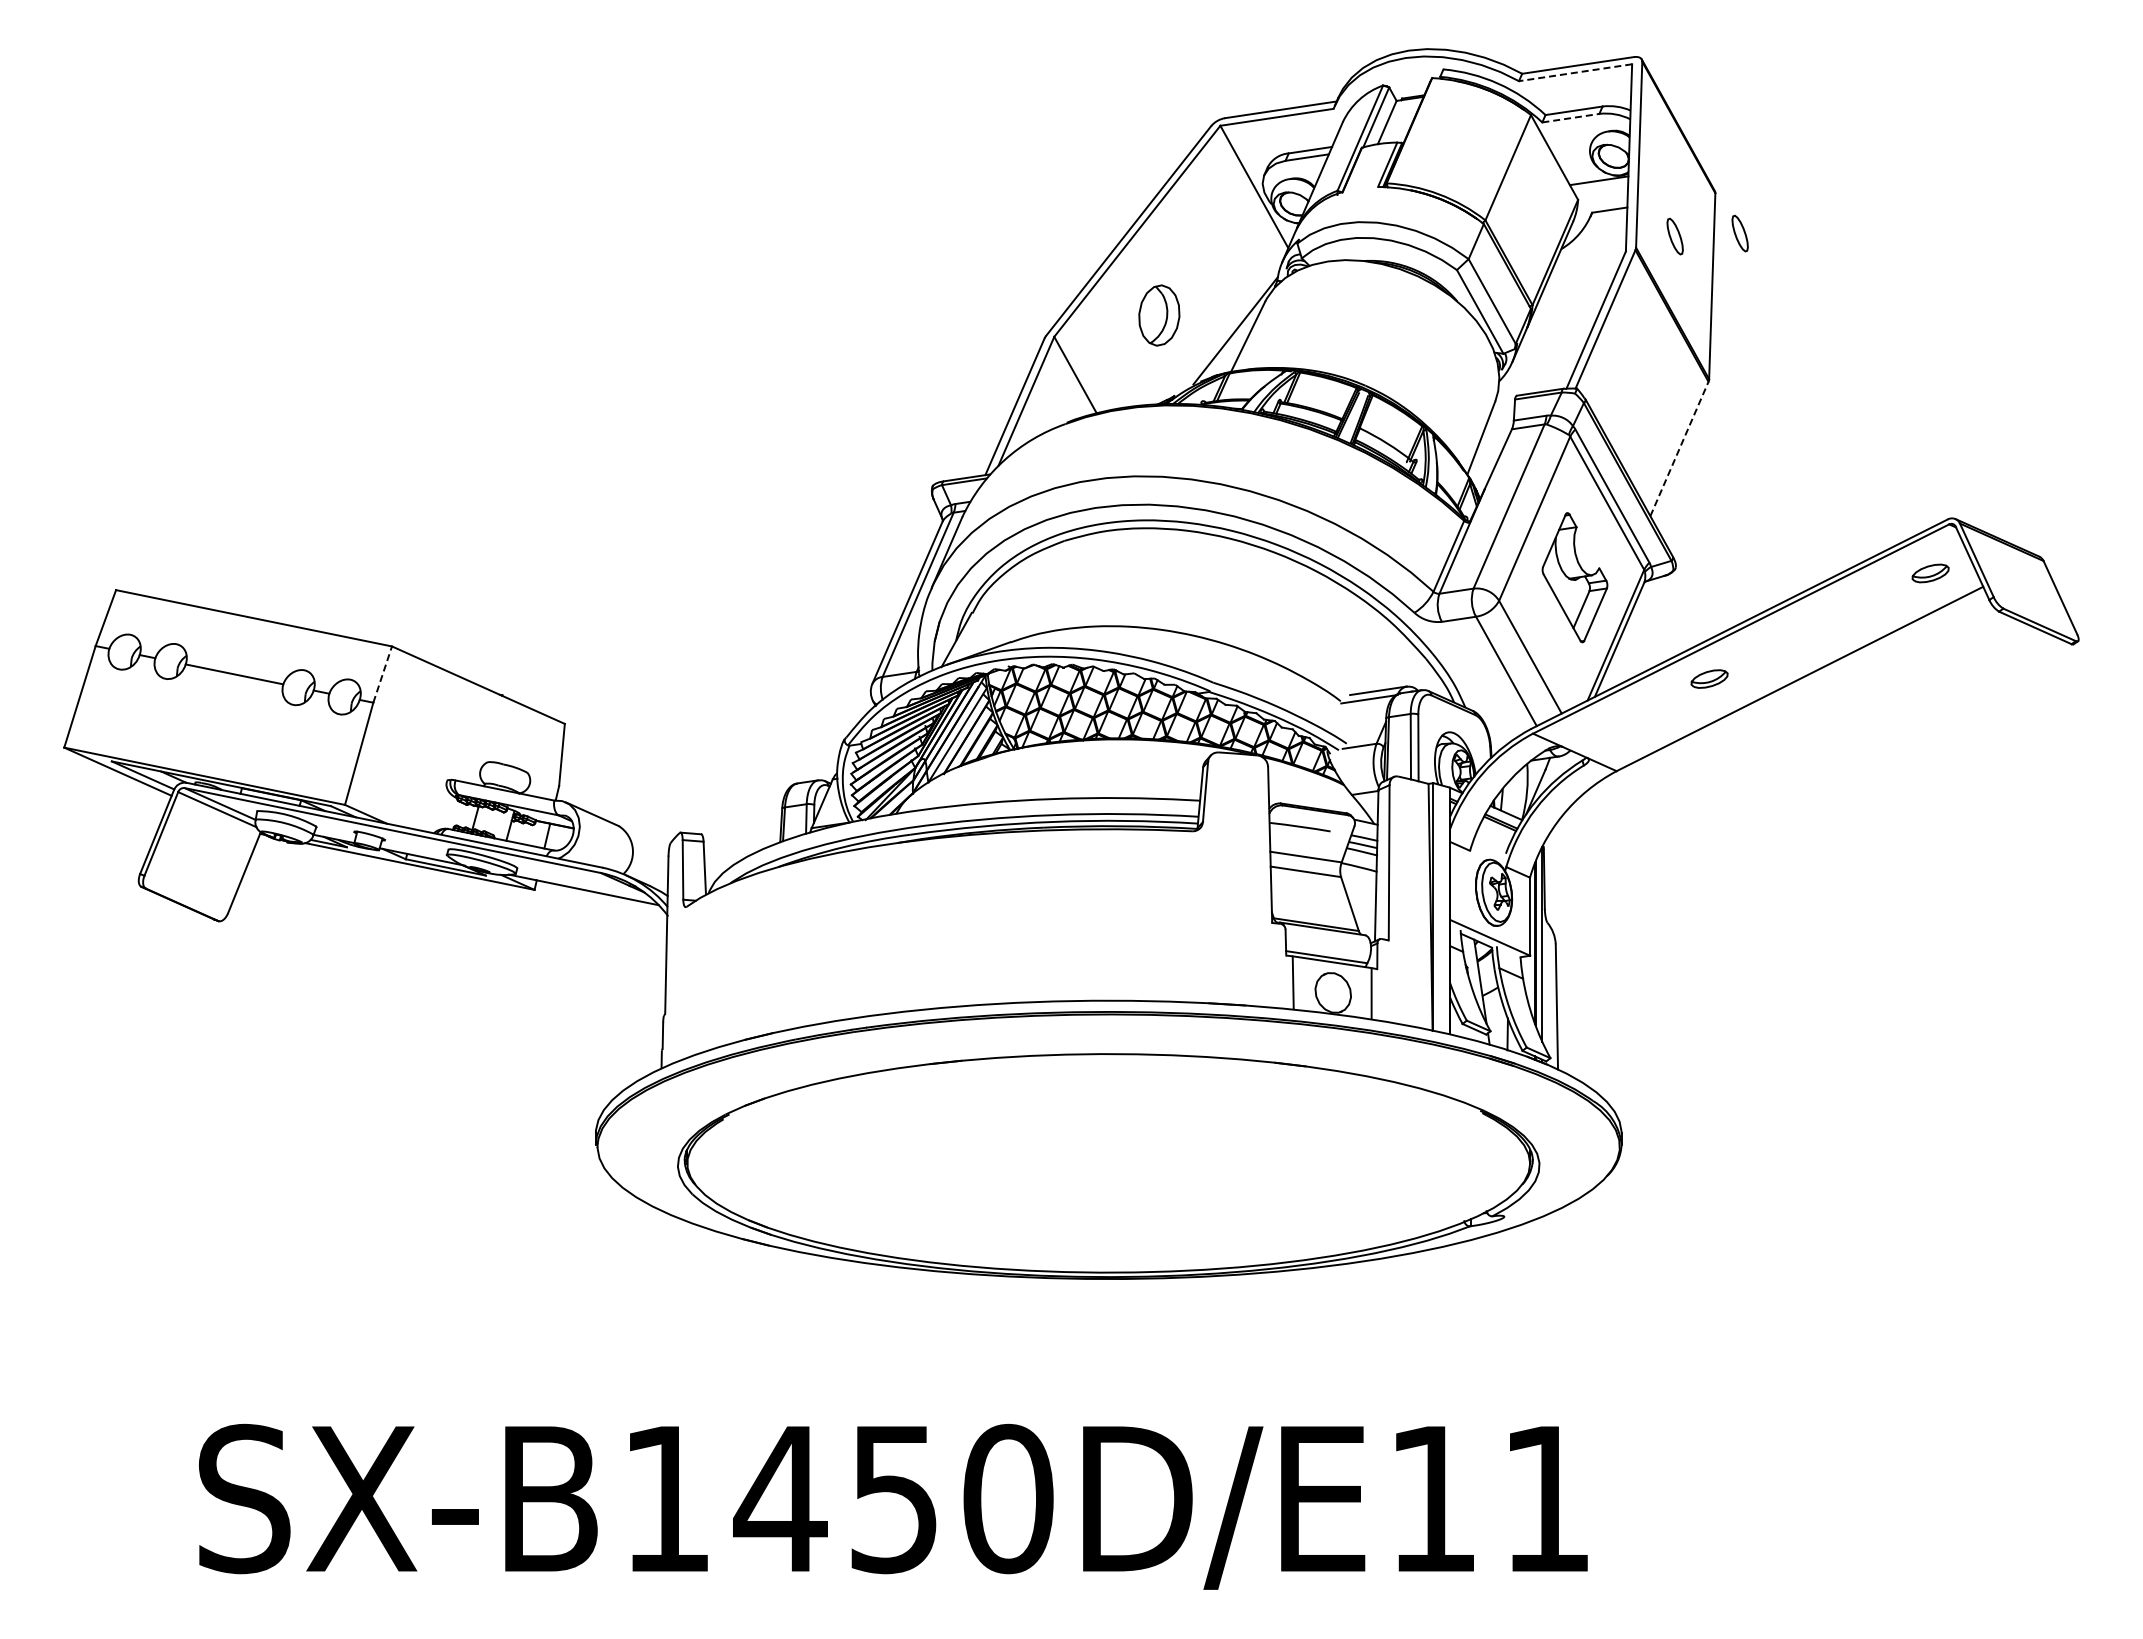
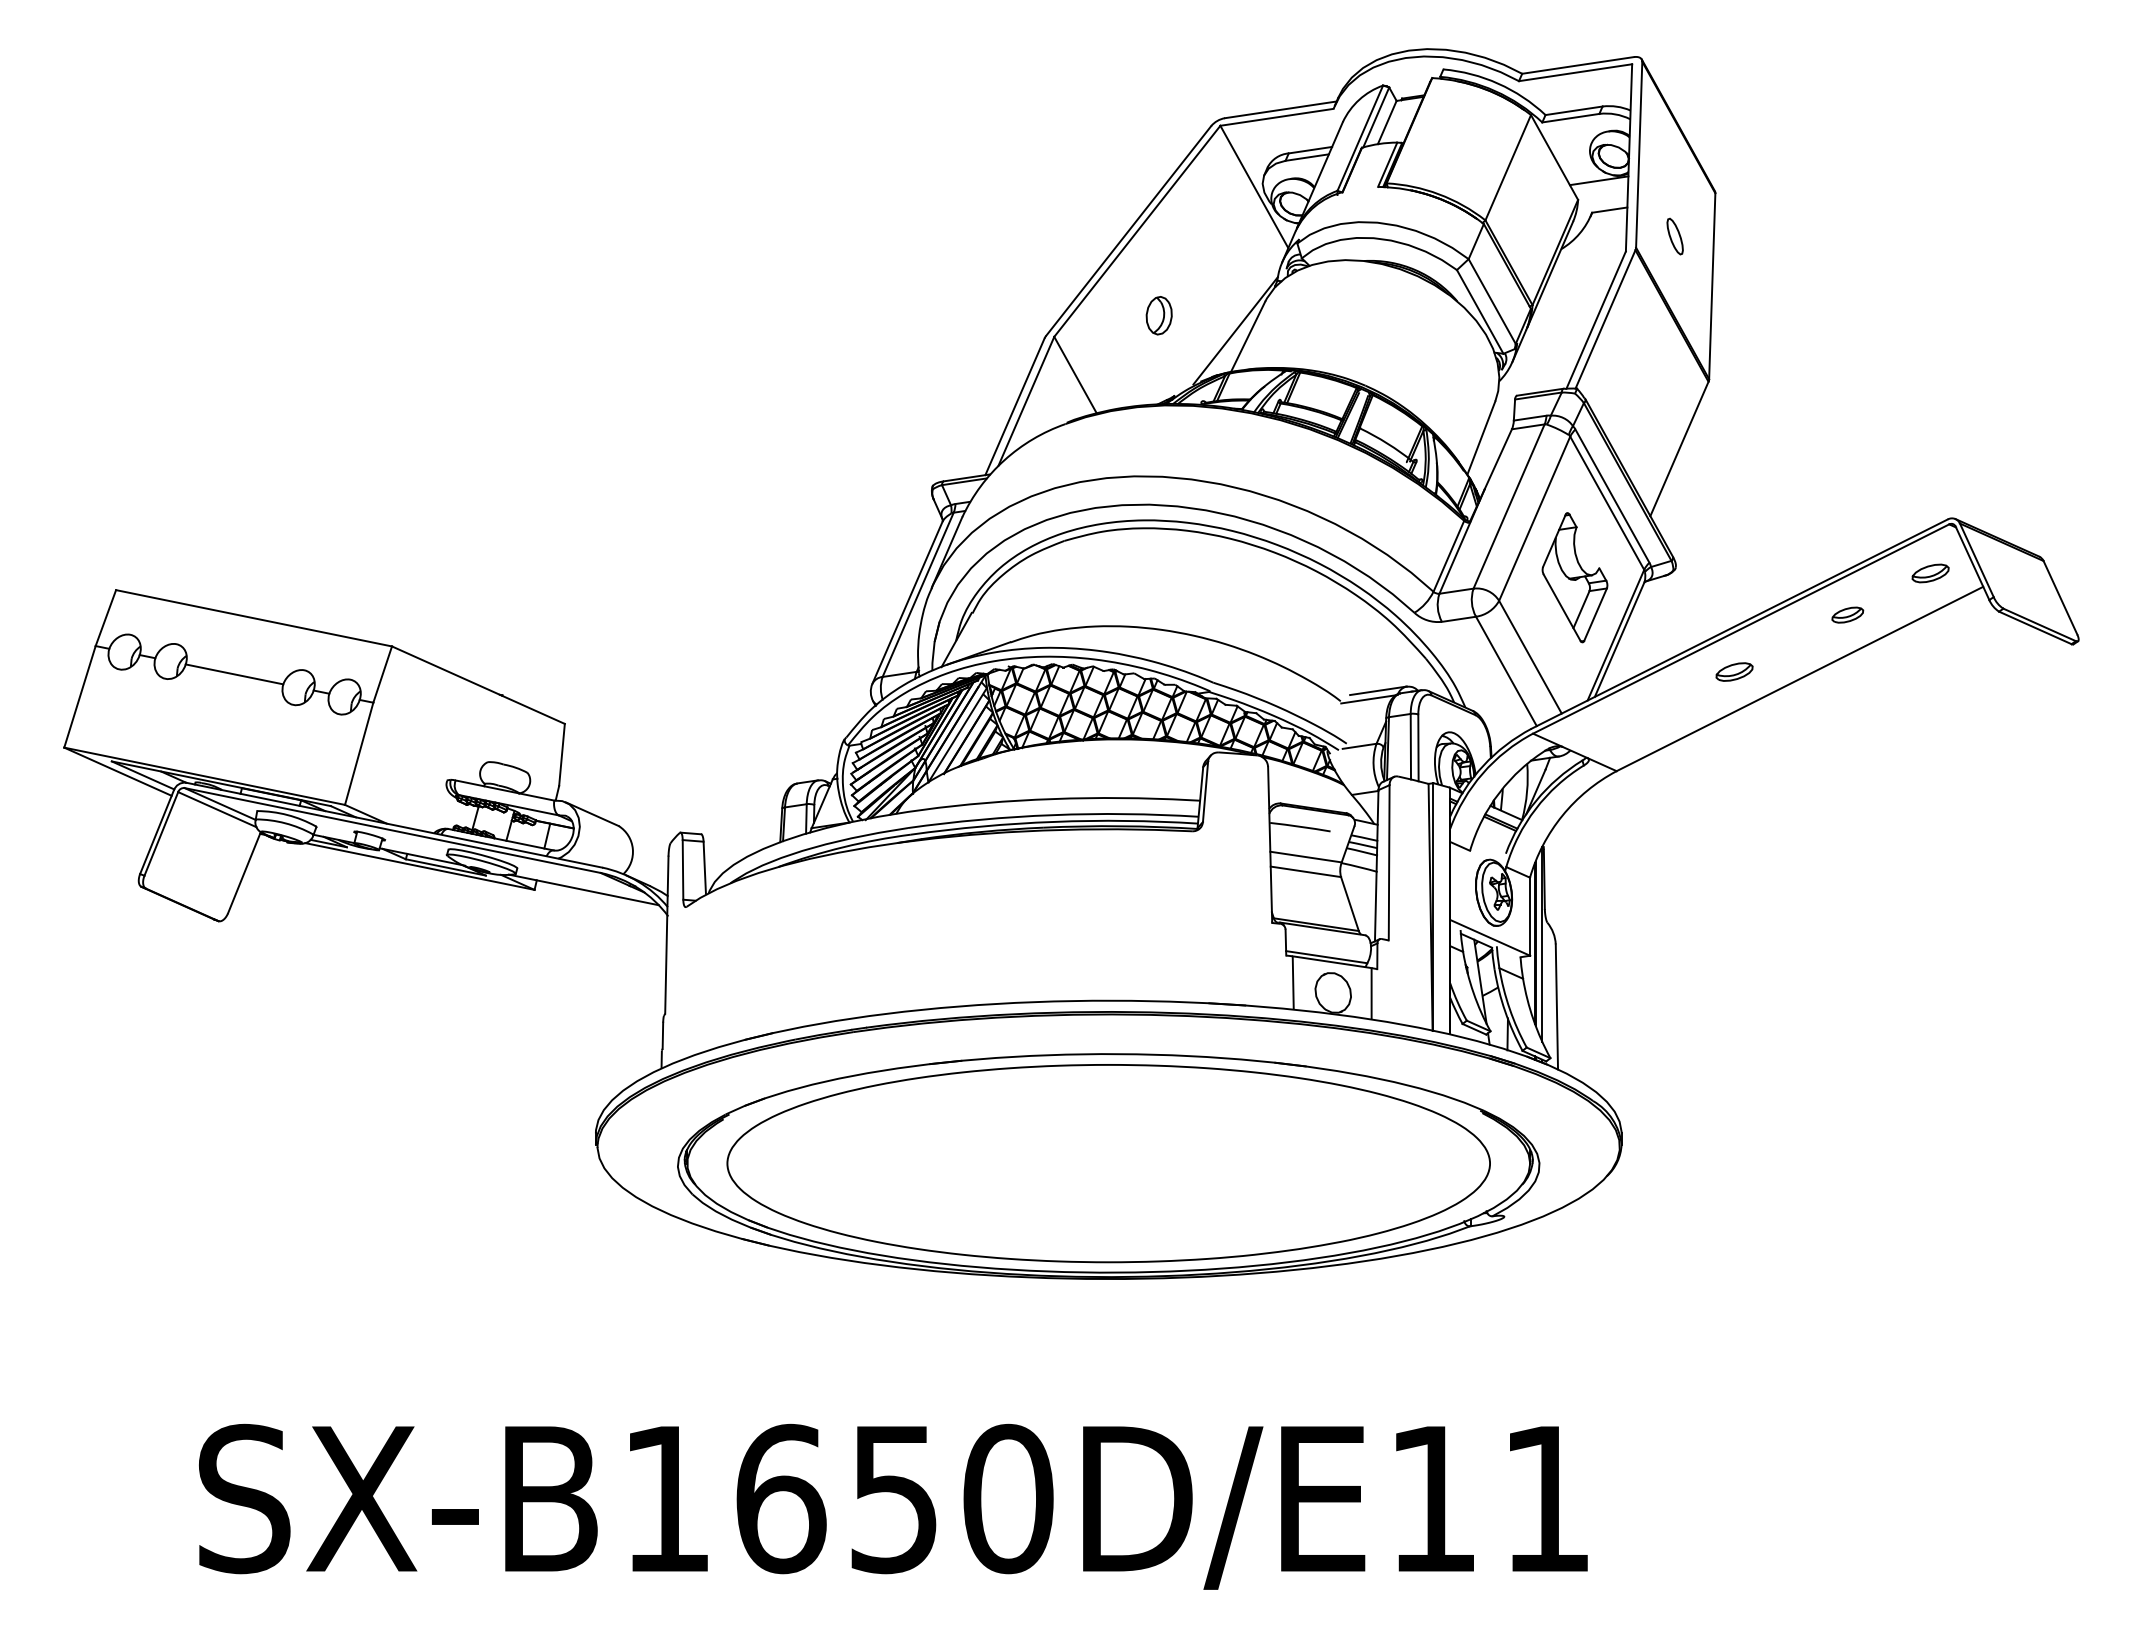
line at (1575, 72): dashed -> solid
line at (1570, 118): dashed -> solid
part at (1739, 233): present -> none
part at (1159, 315) size: 43x63 px -> 28x40 px
line at (1679, 448): dashed -> solid
part at (1847, 614): none -> present
line at (382, 674): dashed -> solid
part at (1709, 678) position: (1709, 678) -> (1734, 671)
part at (1108, 1163): none -> present
text at (780, 1498): SX-B1450D/E11 -> SX-B1650D/E11
